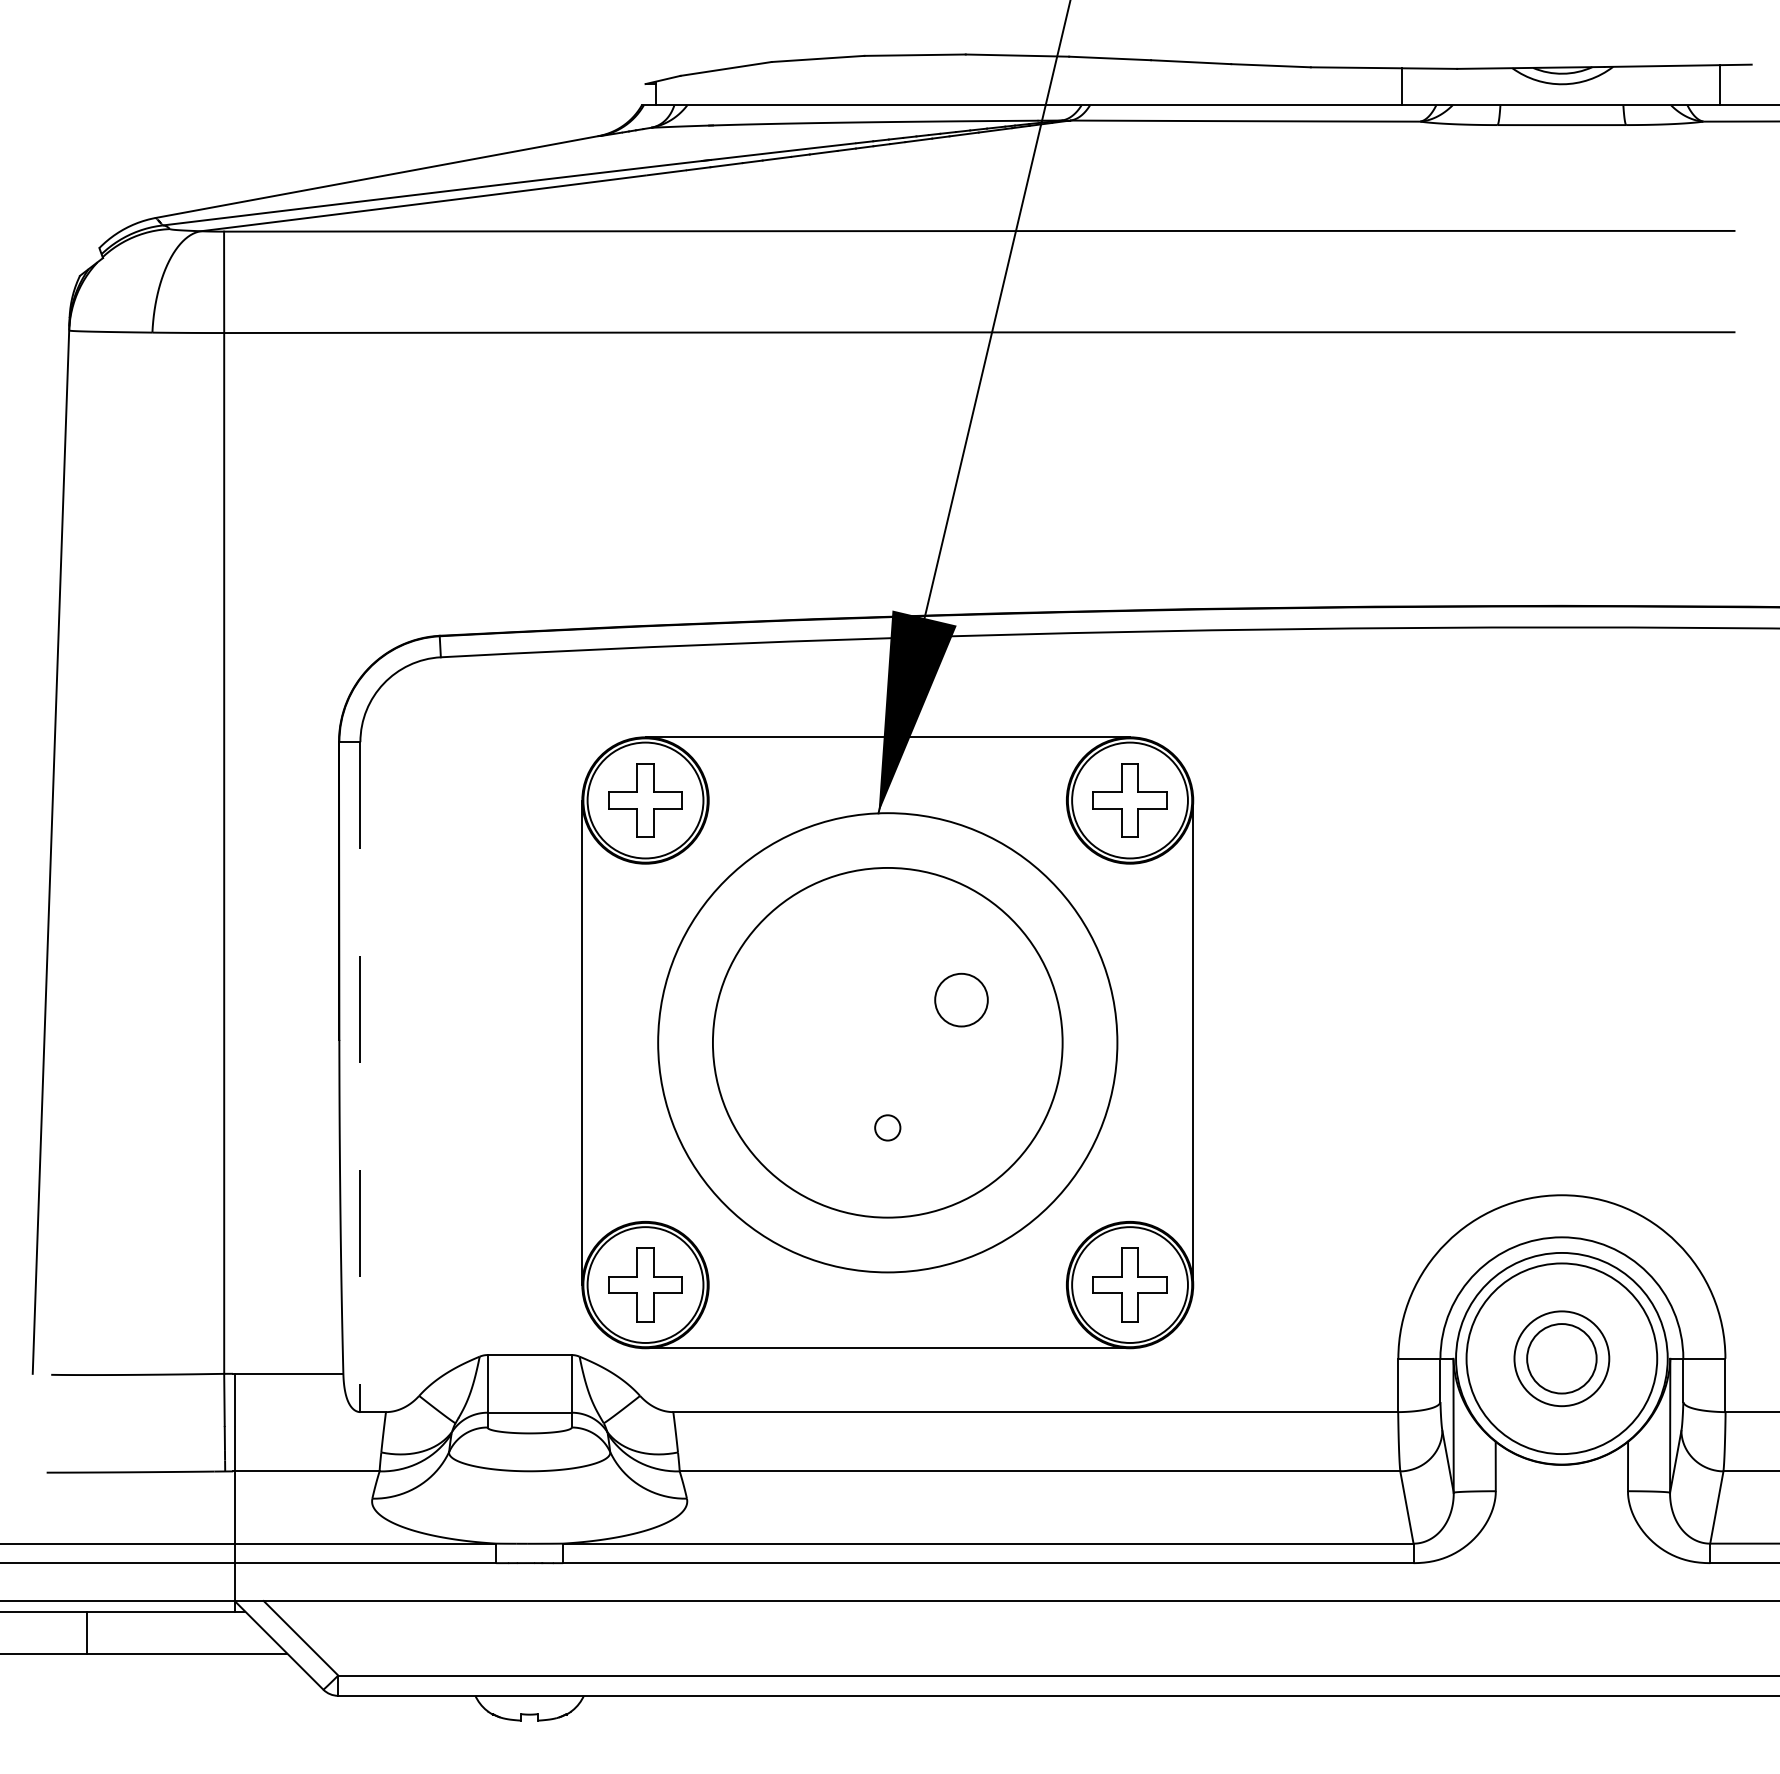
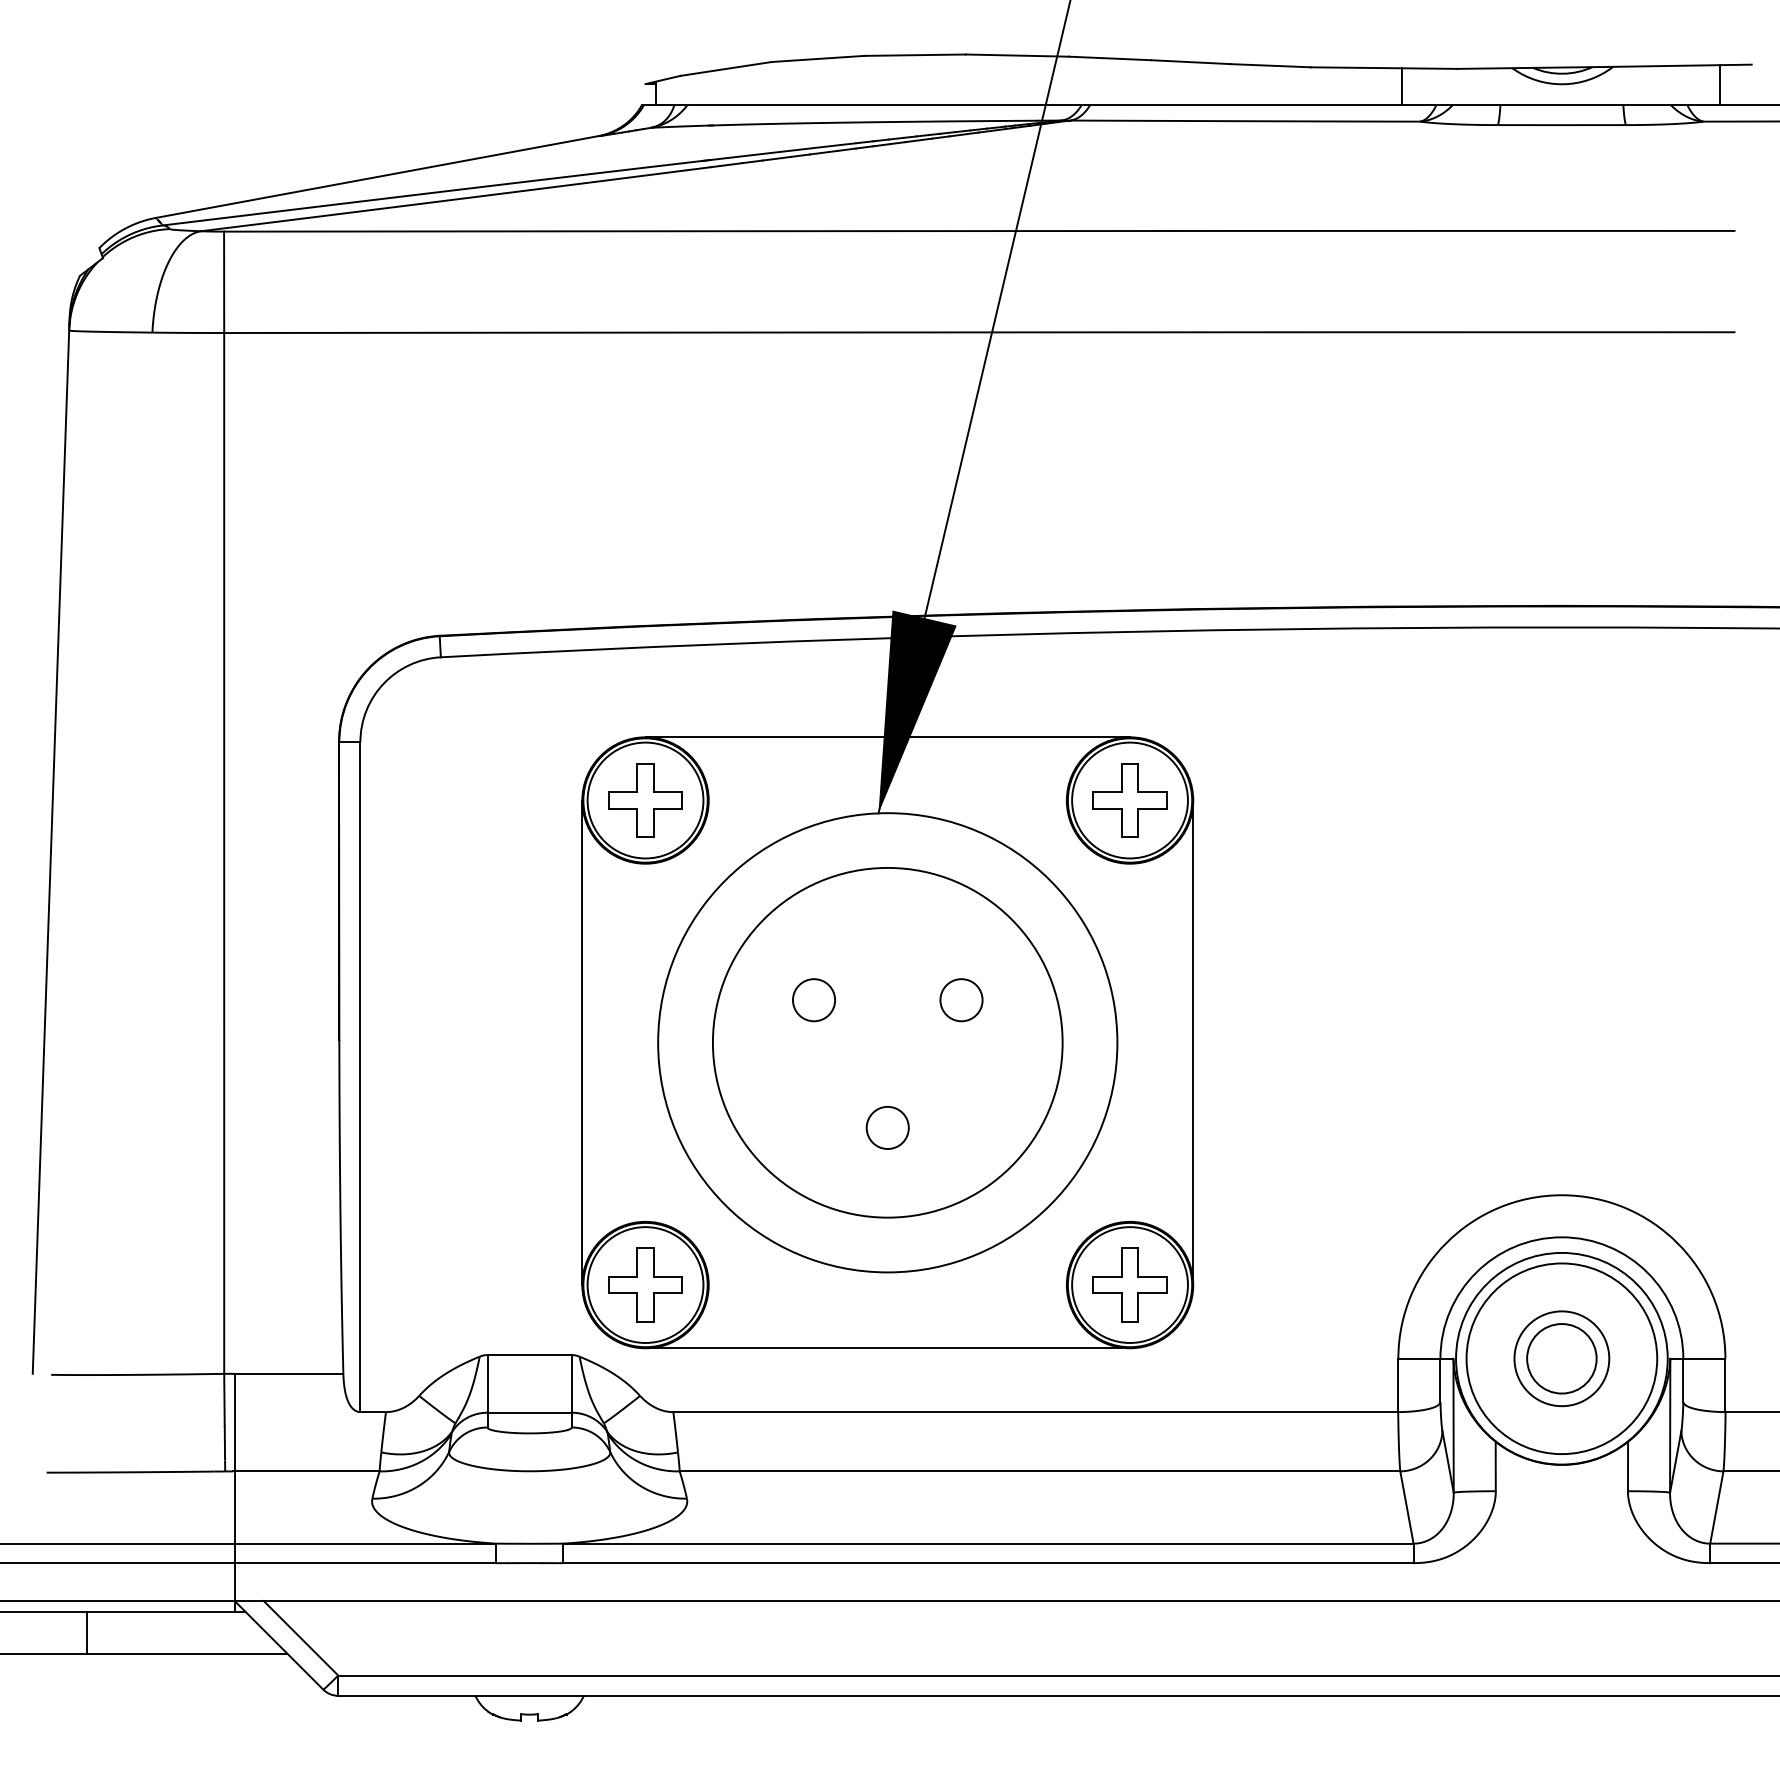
circle at (961, 999) size: 55x56 px -> 45x45 px
circle at (813, 1000): none -> present
line at (360, 1077): dashed -> solid
circle at (887, 1127) diameter: 25 px -> 42 px
